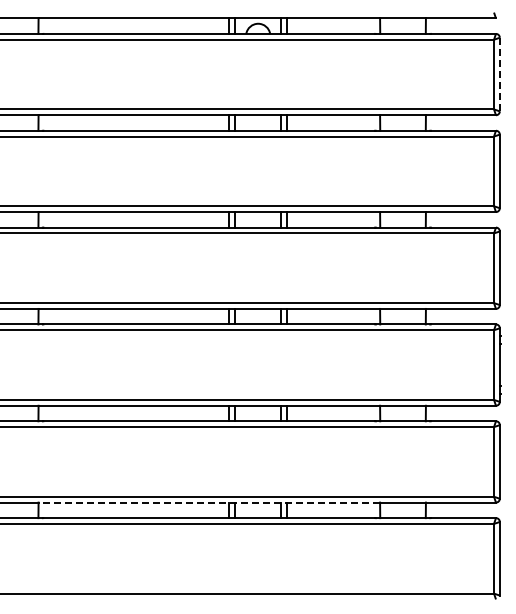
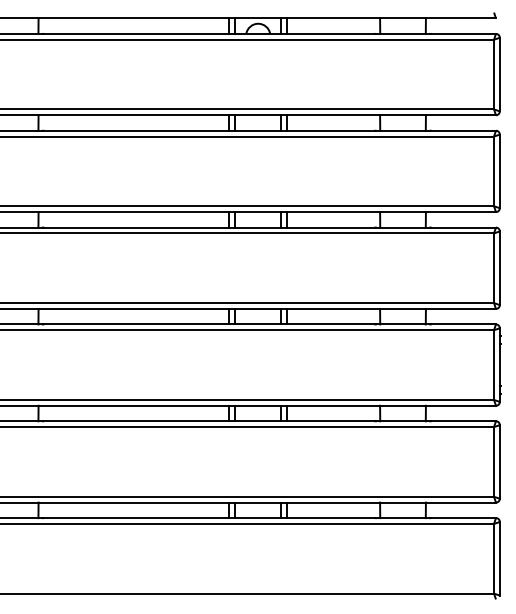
line at (499, 74): dashed -> solid
line at (209, 502): dashed -> solid
